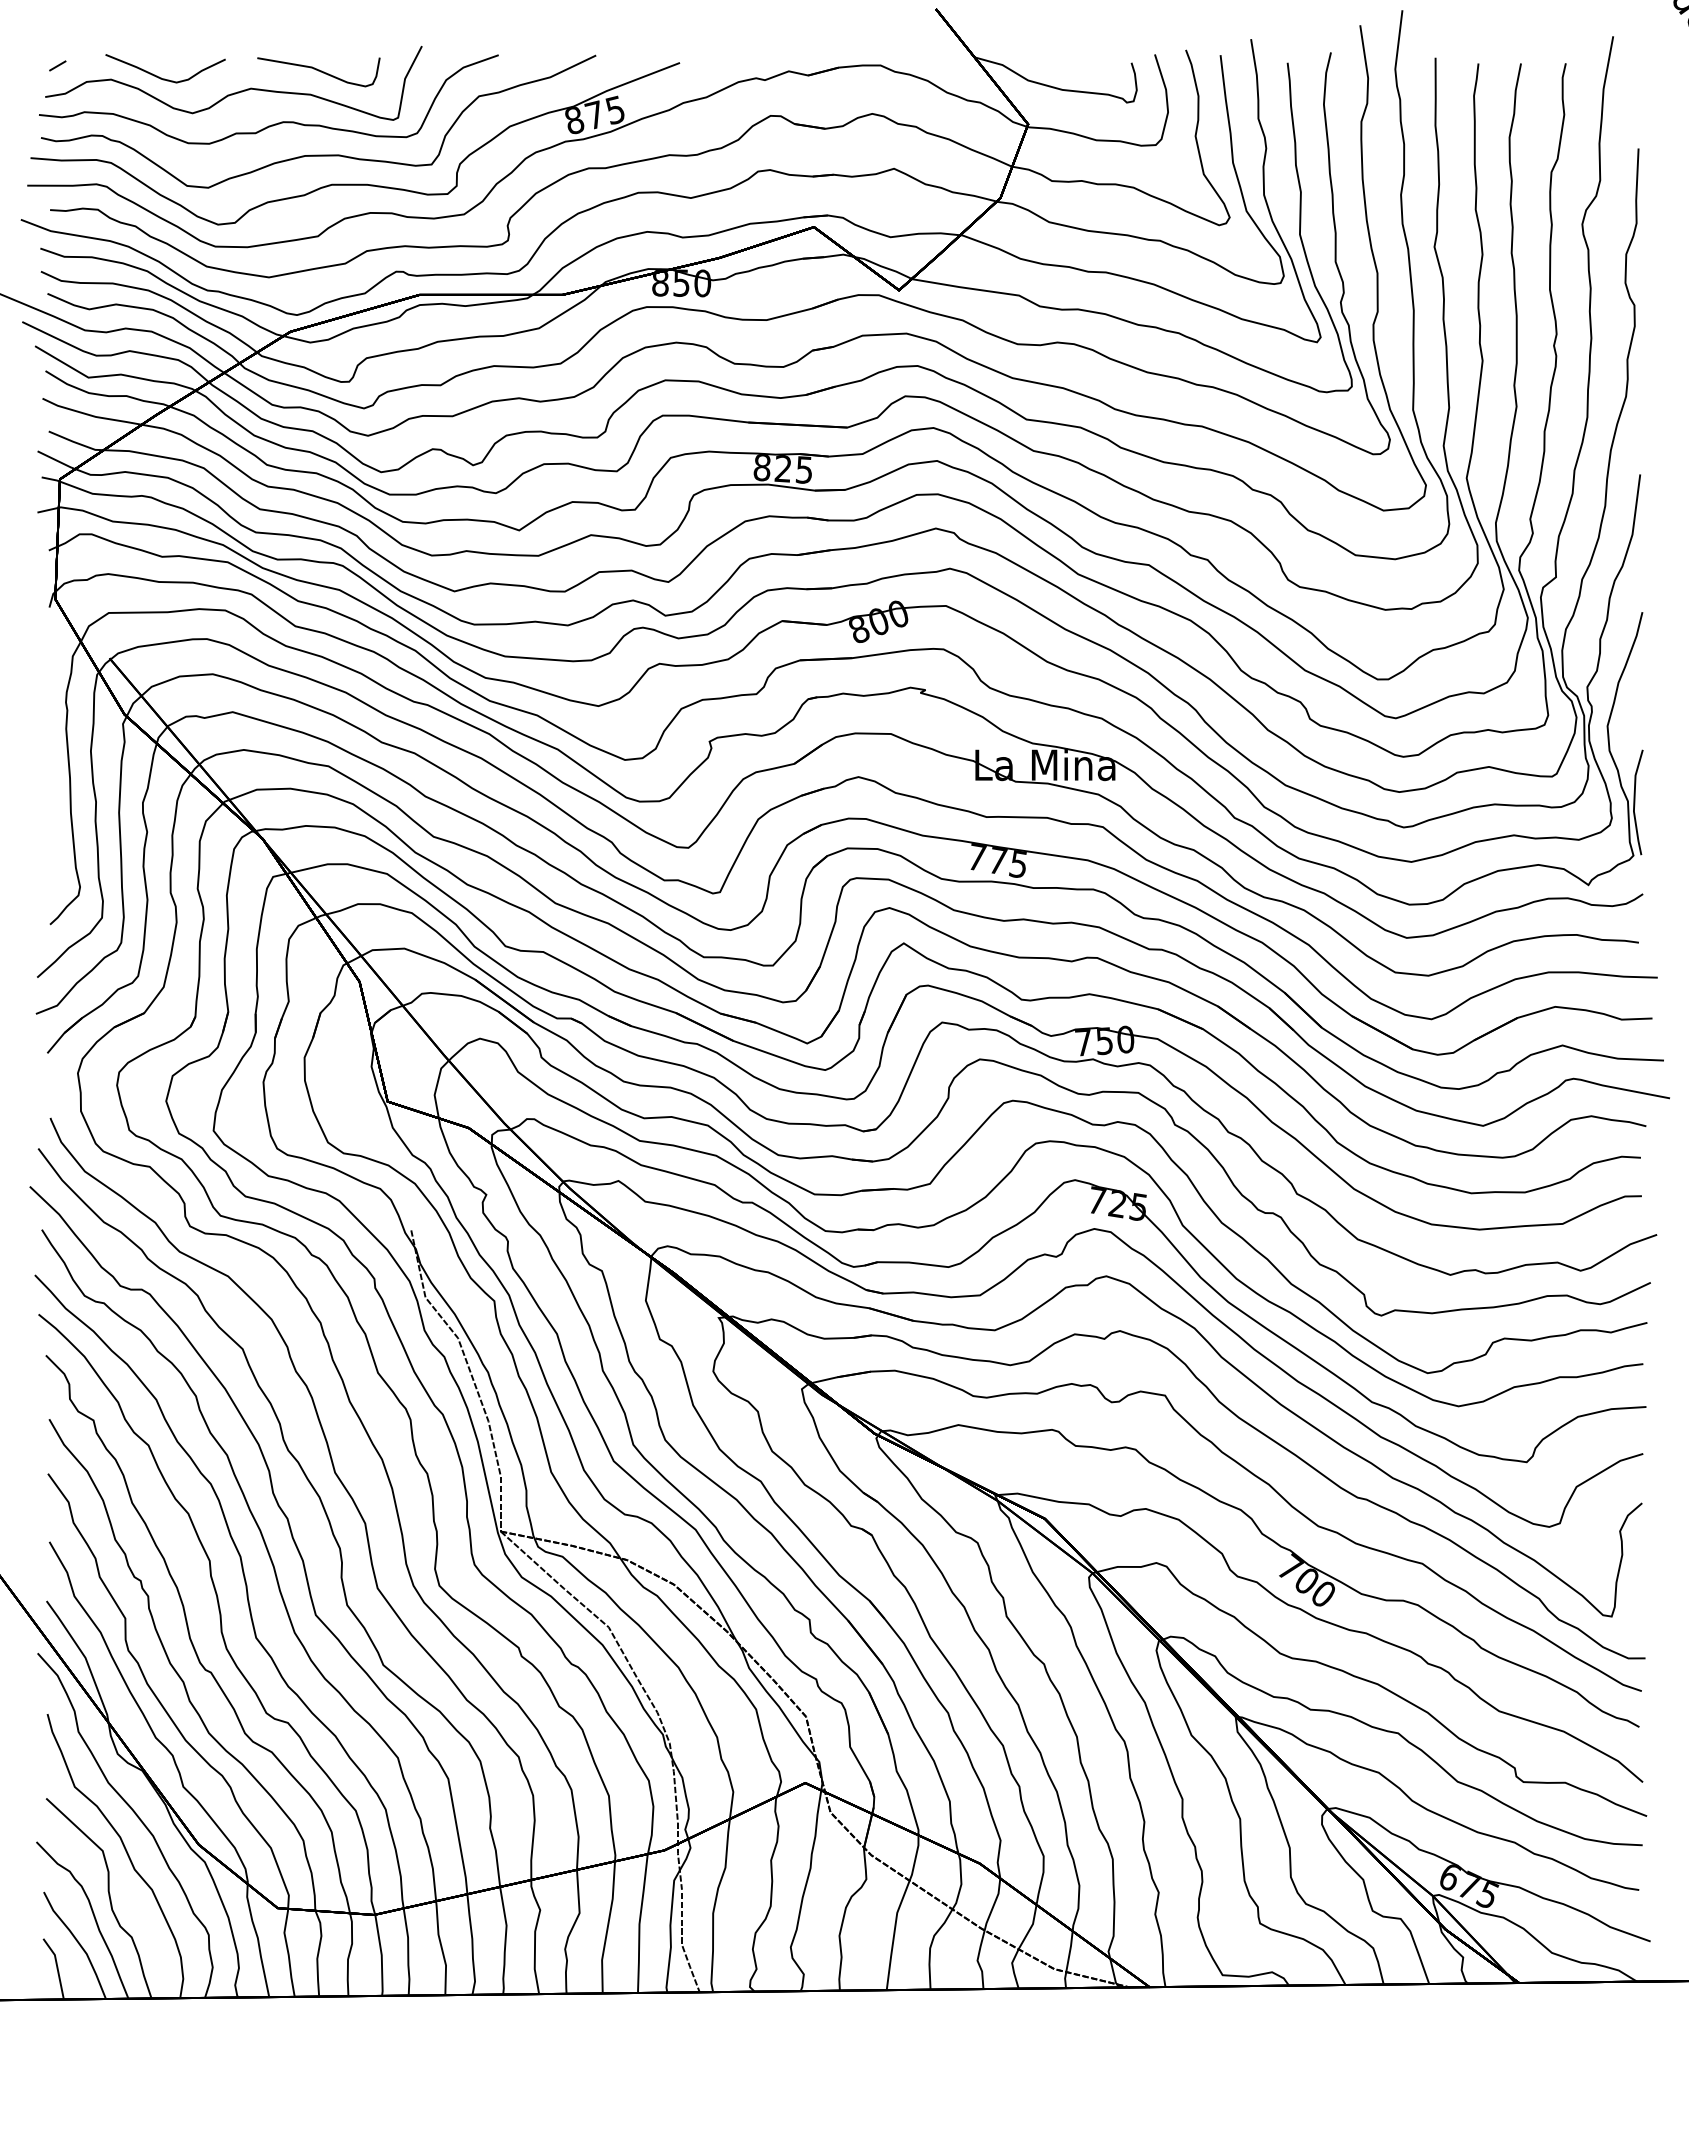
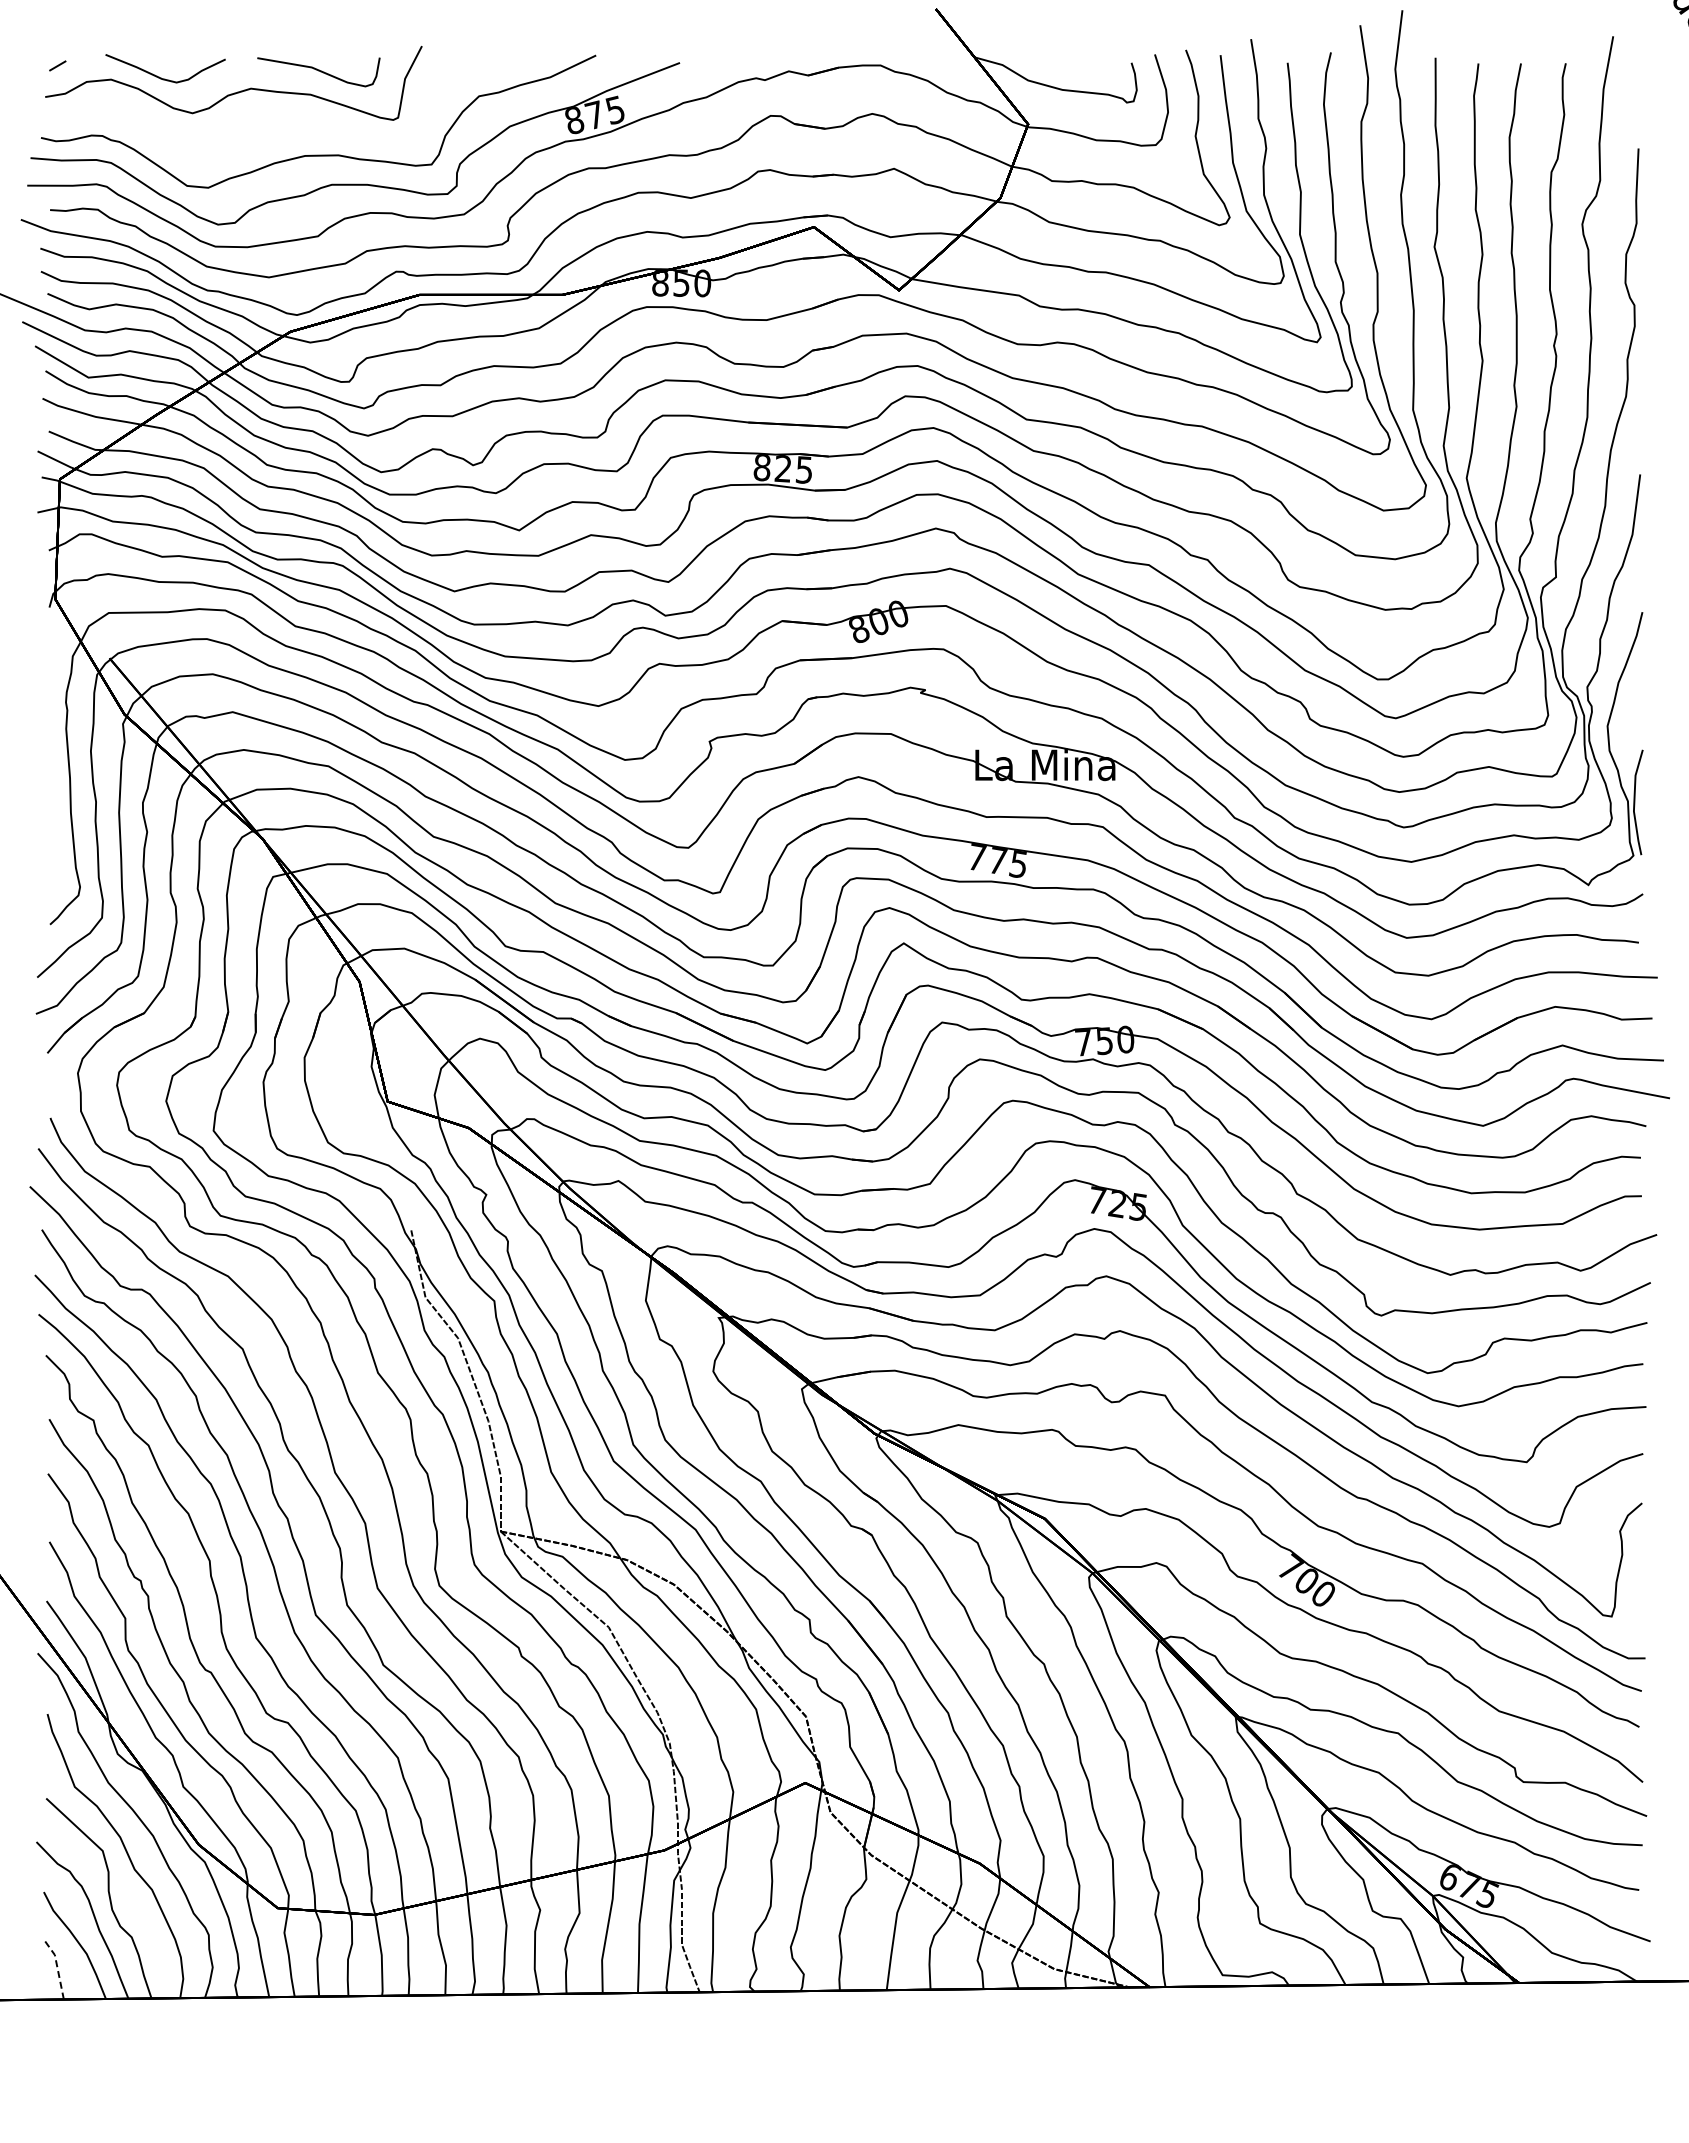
curve at (275, 123): present -> none
line at (57, 1966): solid -> dashed
